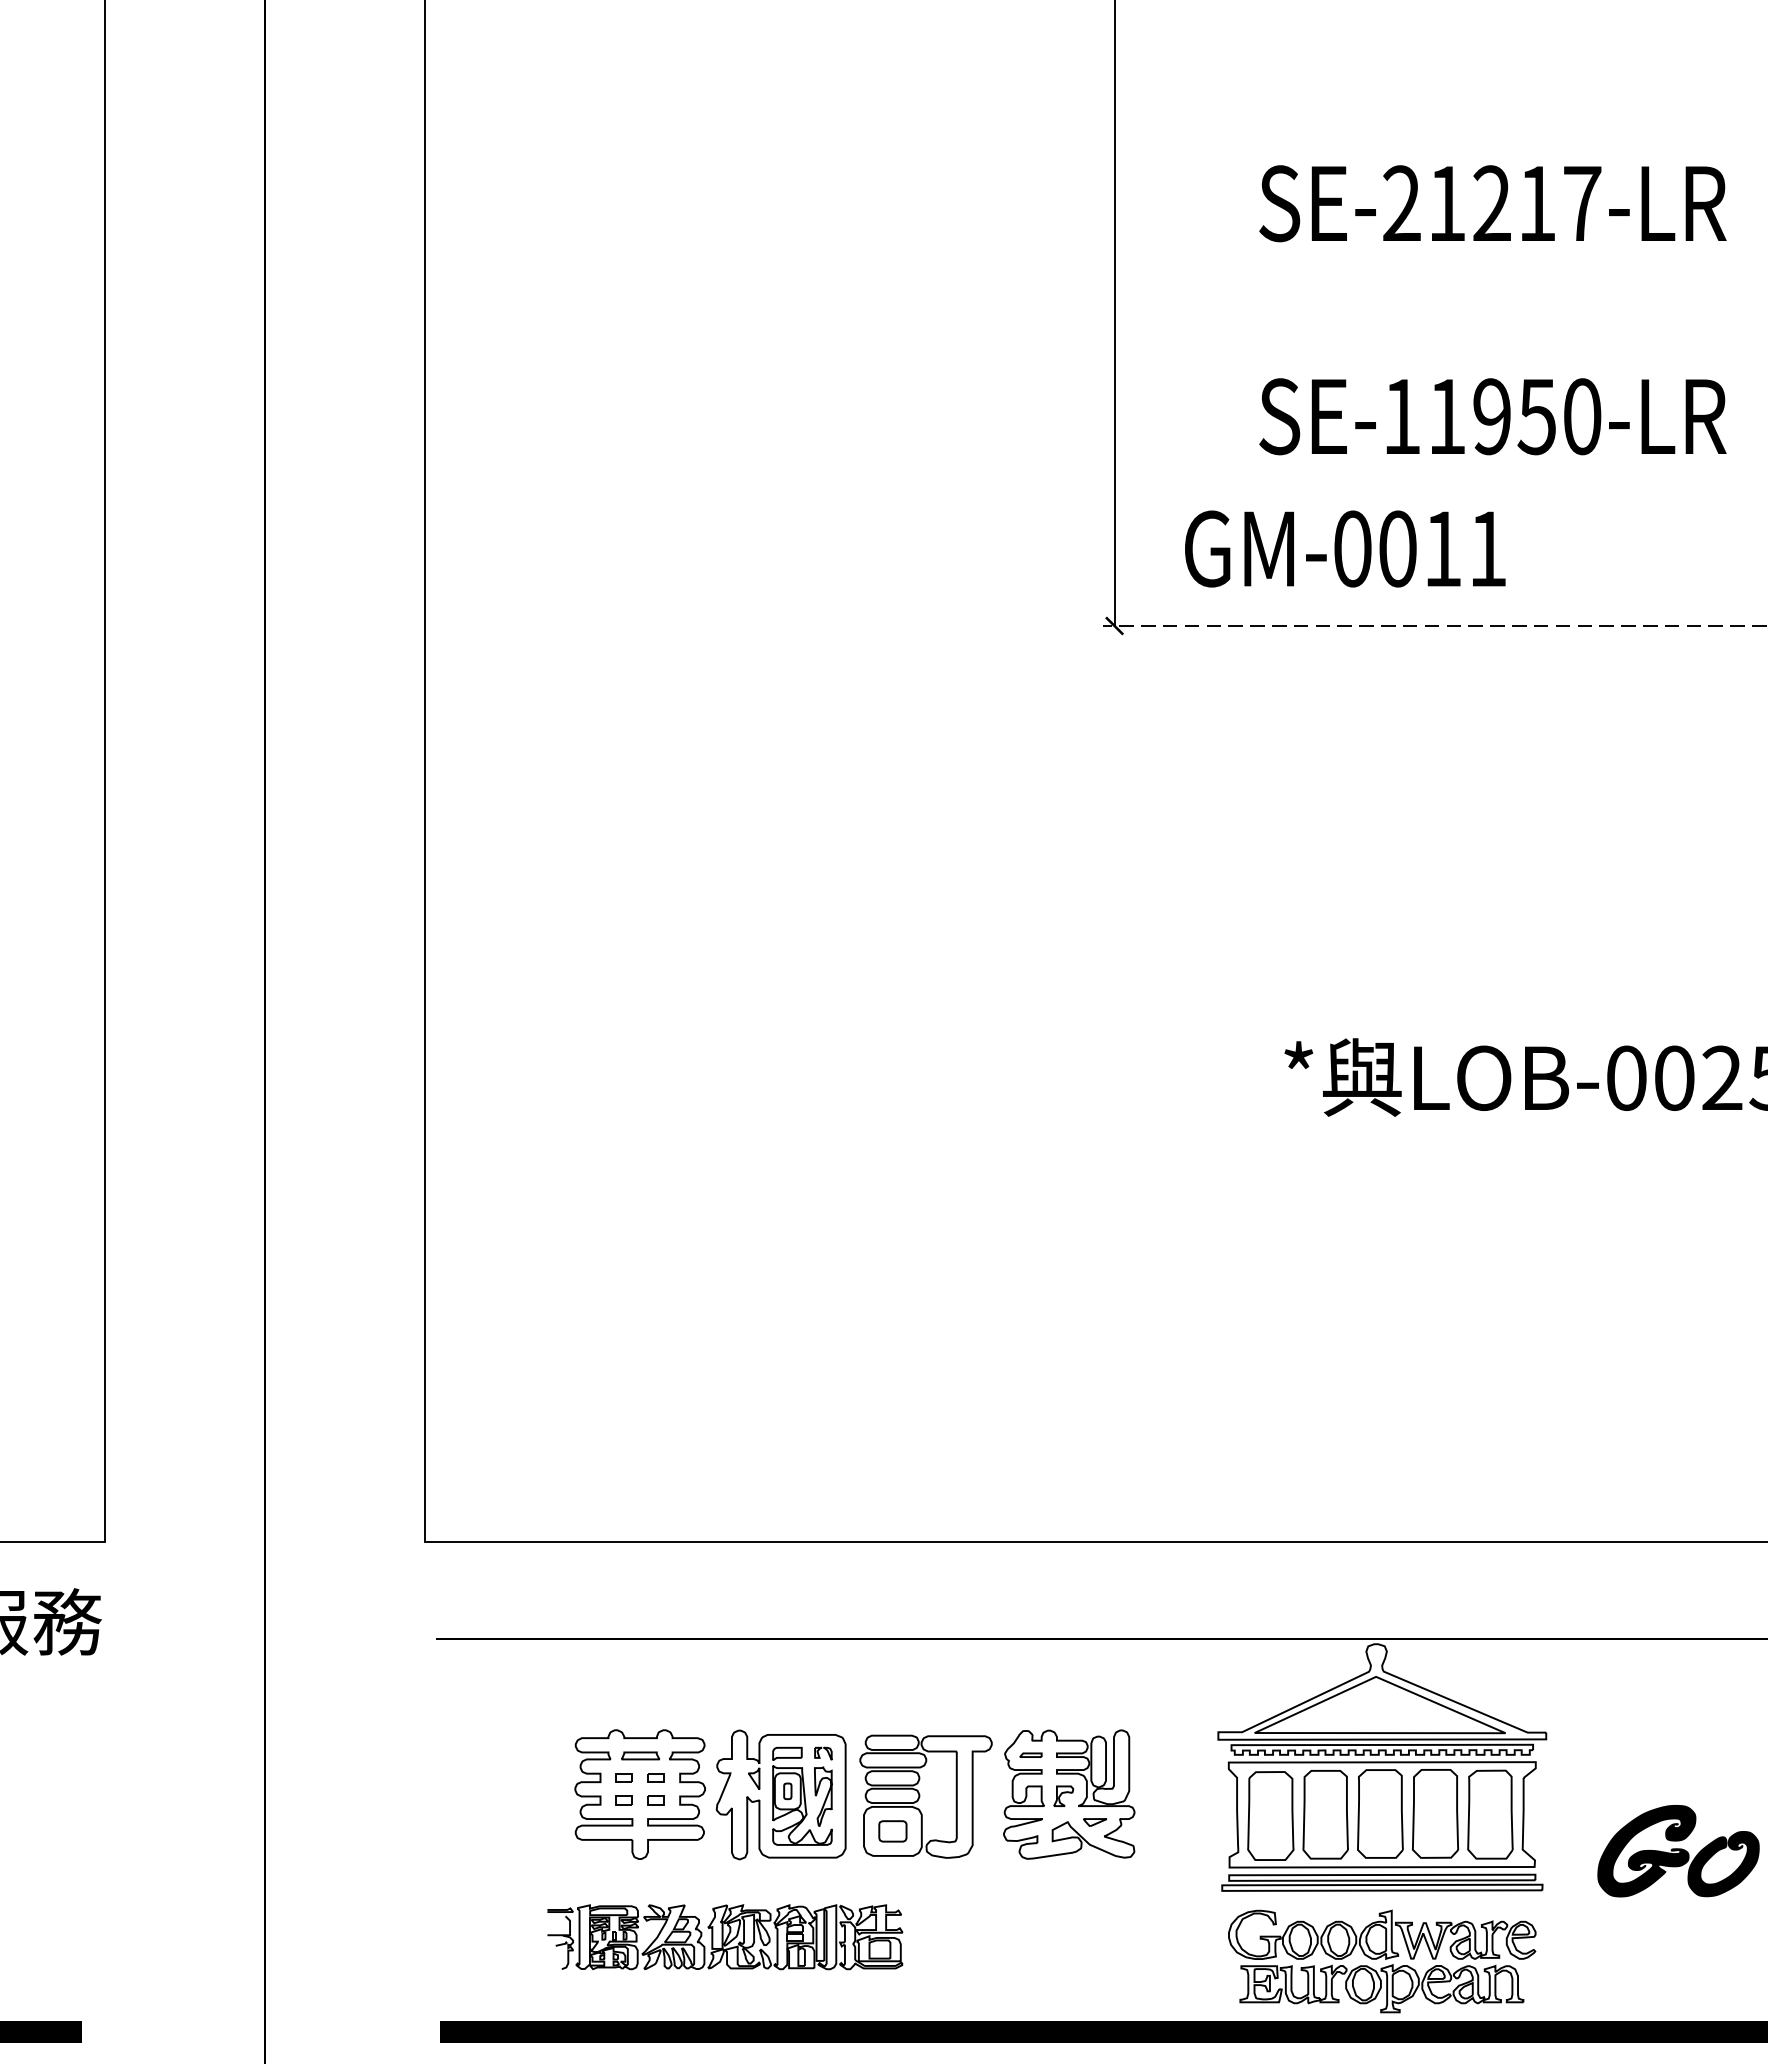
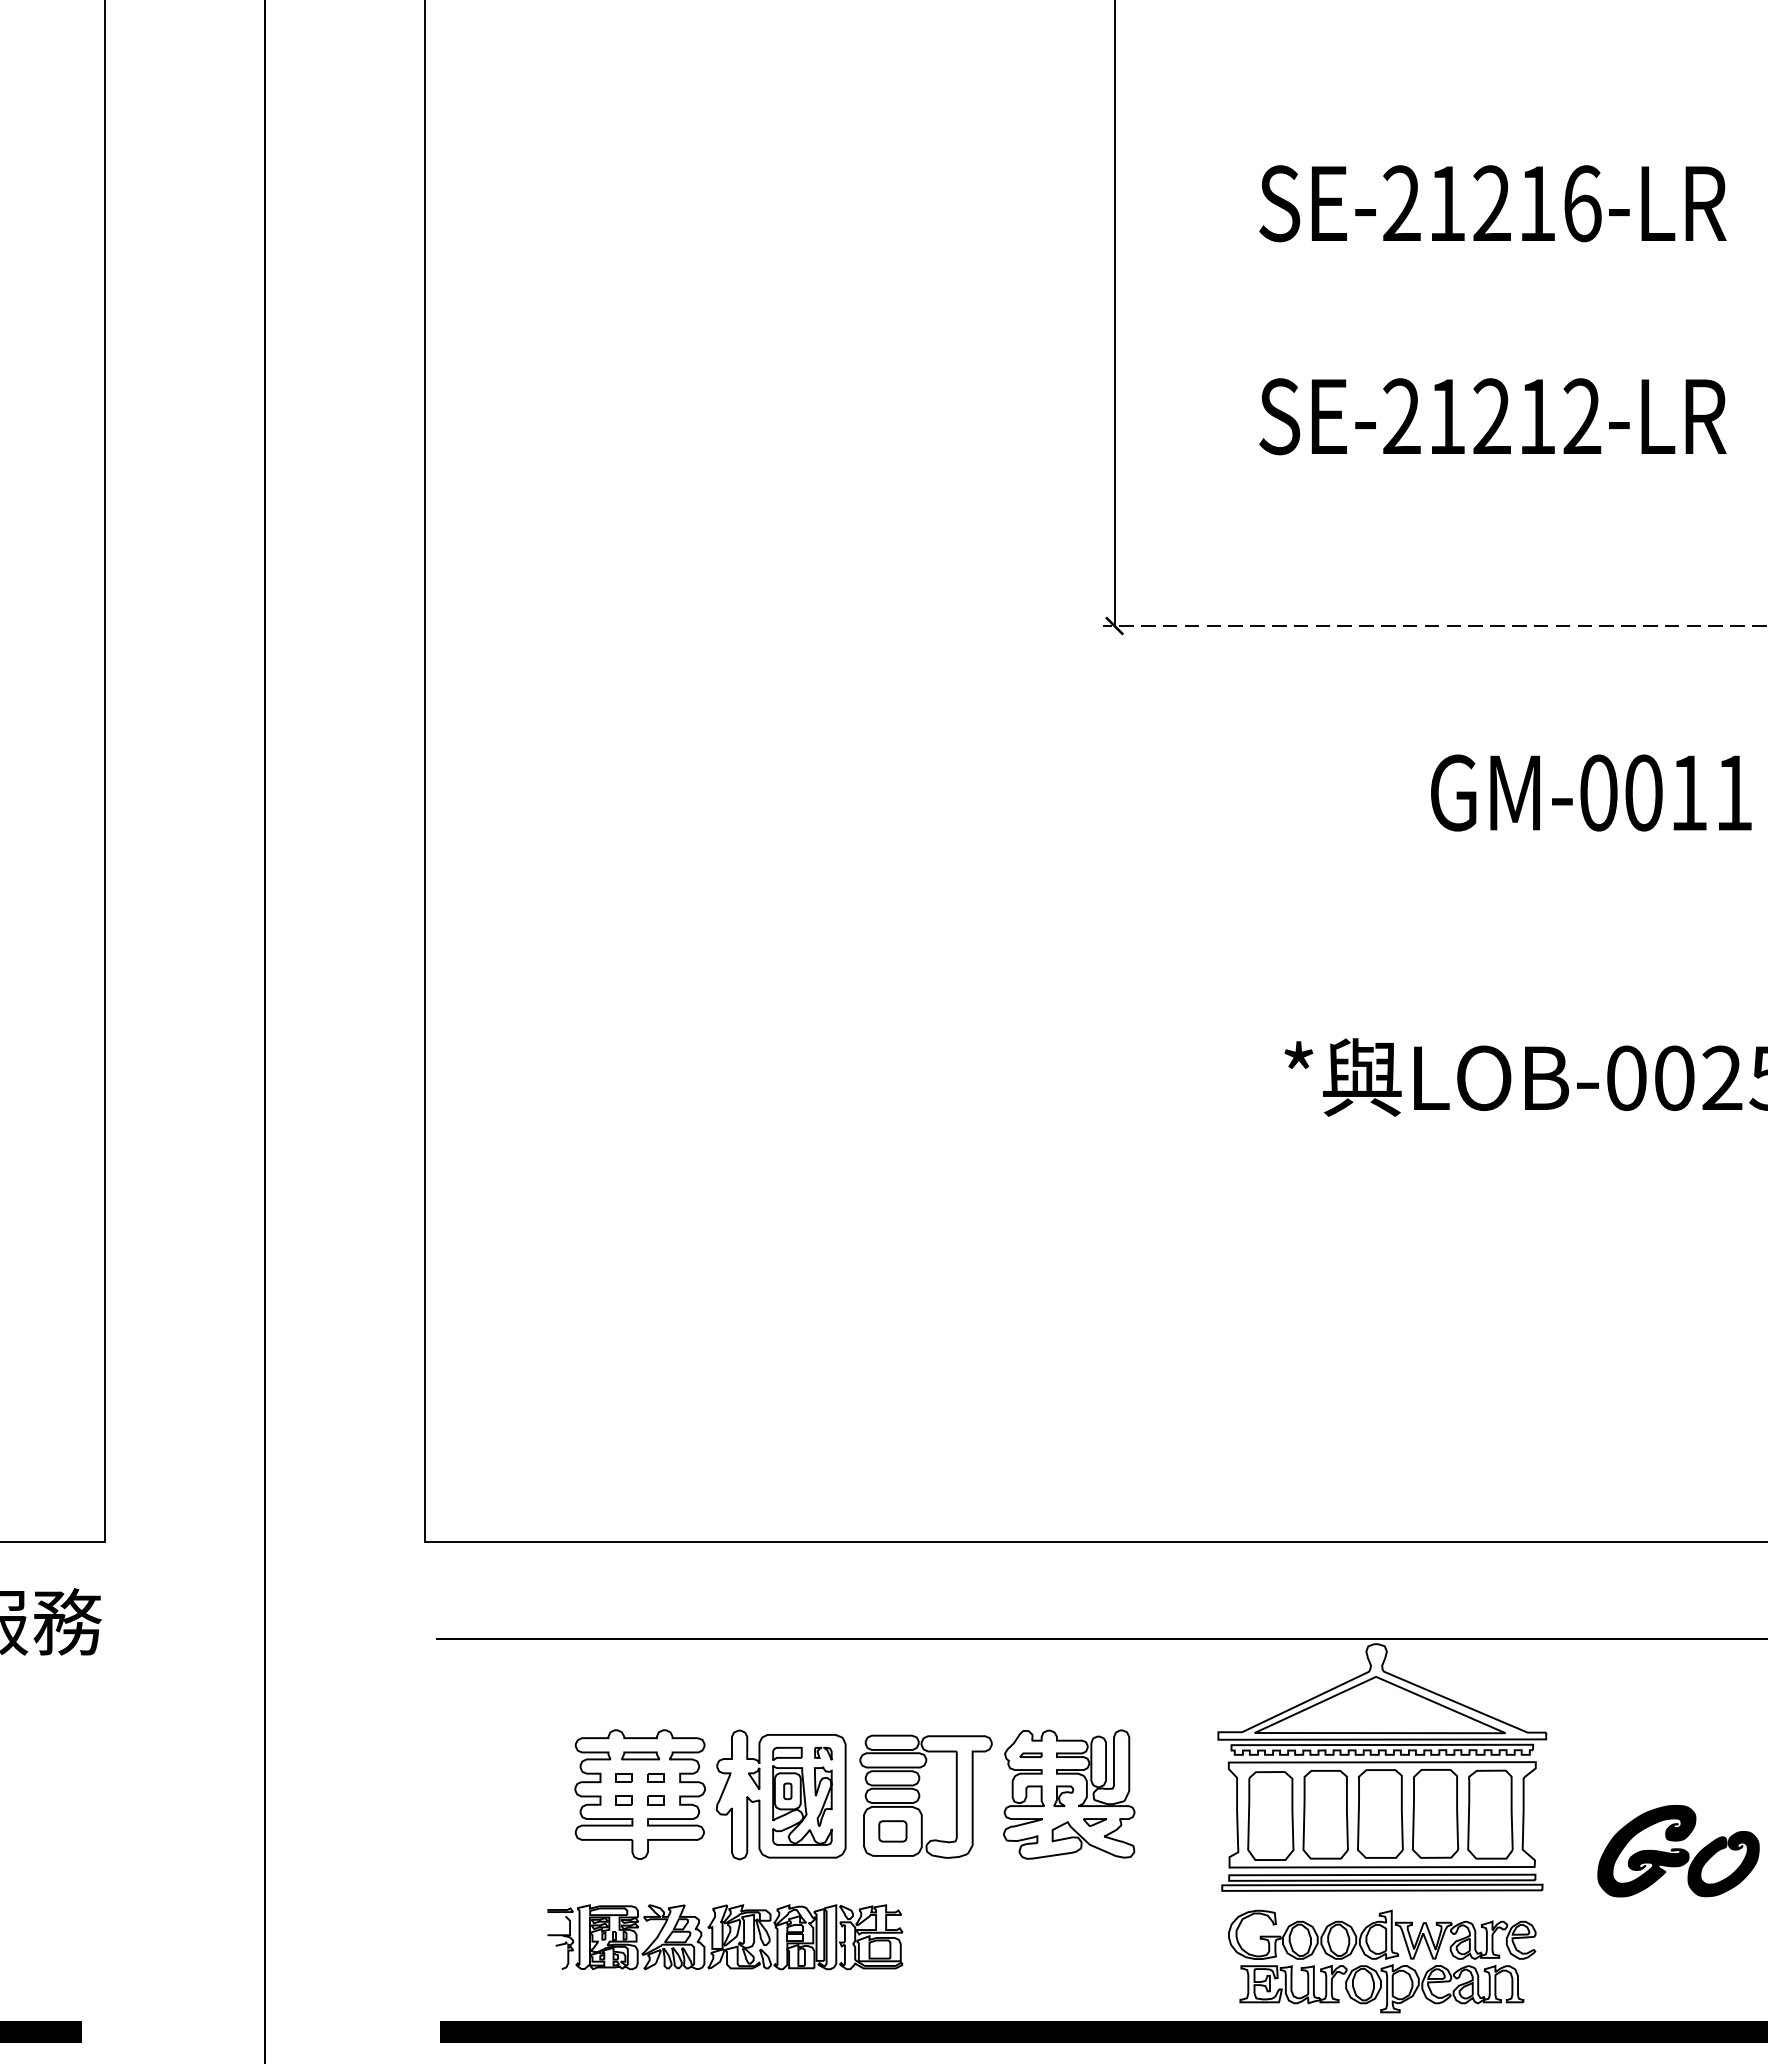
text at (1582, 203): SE-21217-LR -> SE-21216-LR
text at (1492, 416): SE-11950-LR -> SE-21212-LR
text at (1345, 548) position: (1345, 548) -> (1591, 792)
